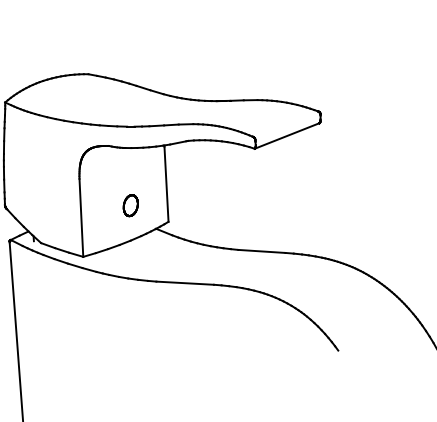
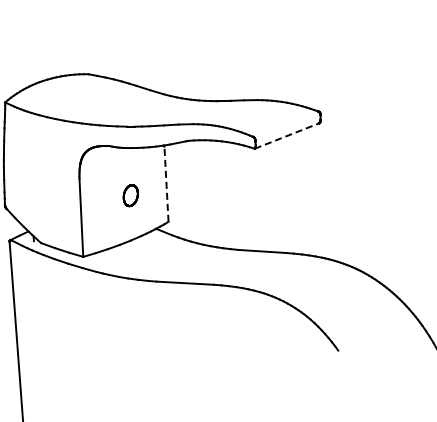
line at (286, 136): solid -> dashed
line at (166, 184): solid -> dashed
part at (130, 205) position: (130, 205) -> (130, 195)
